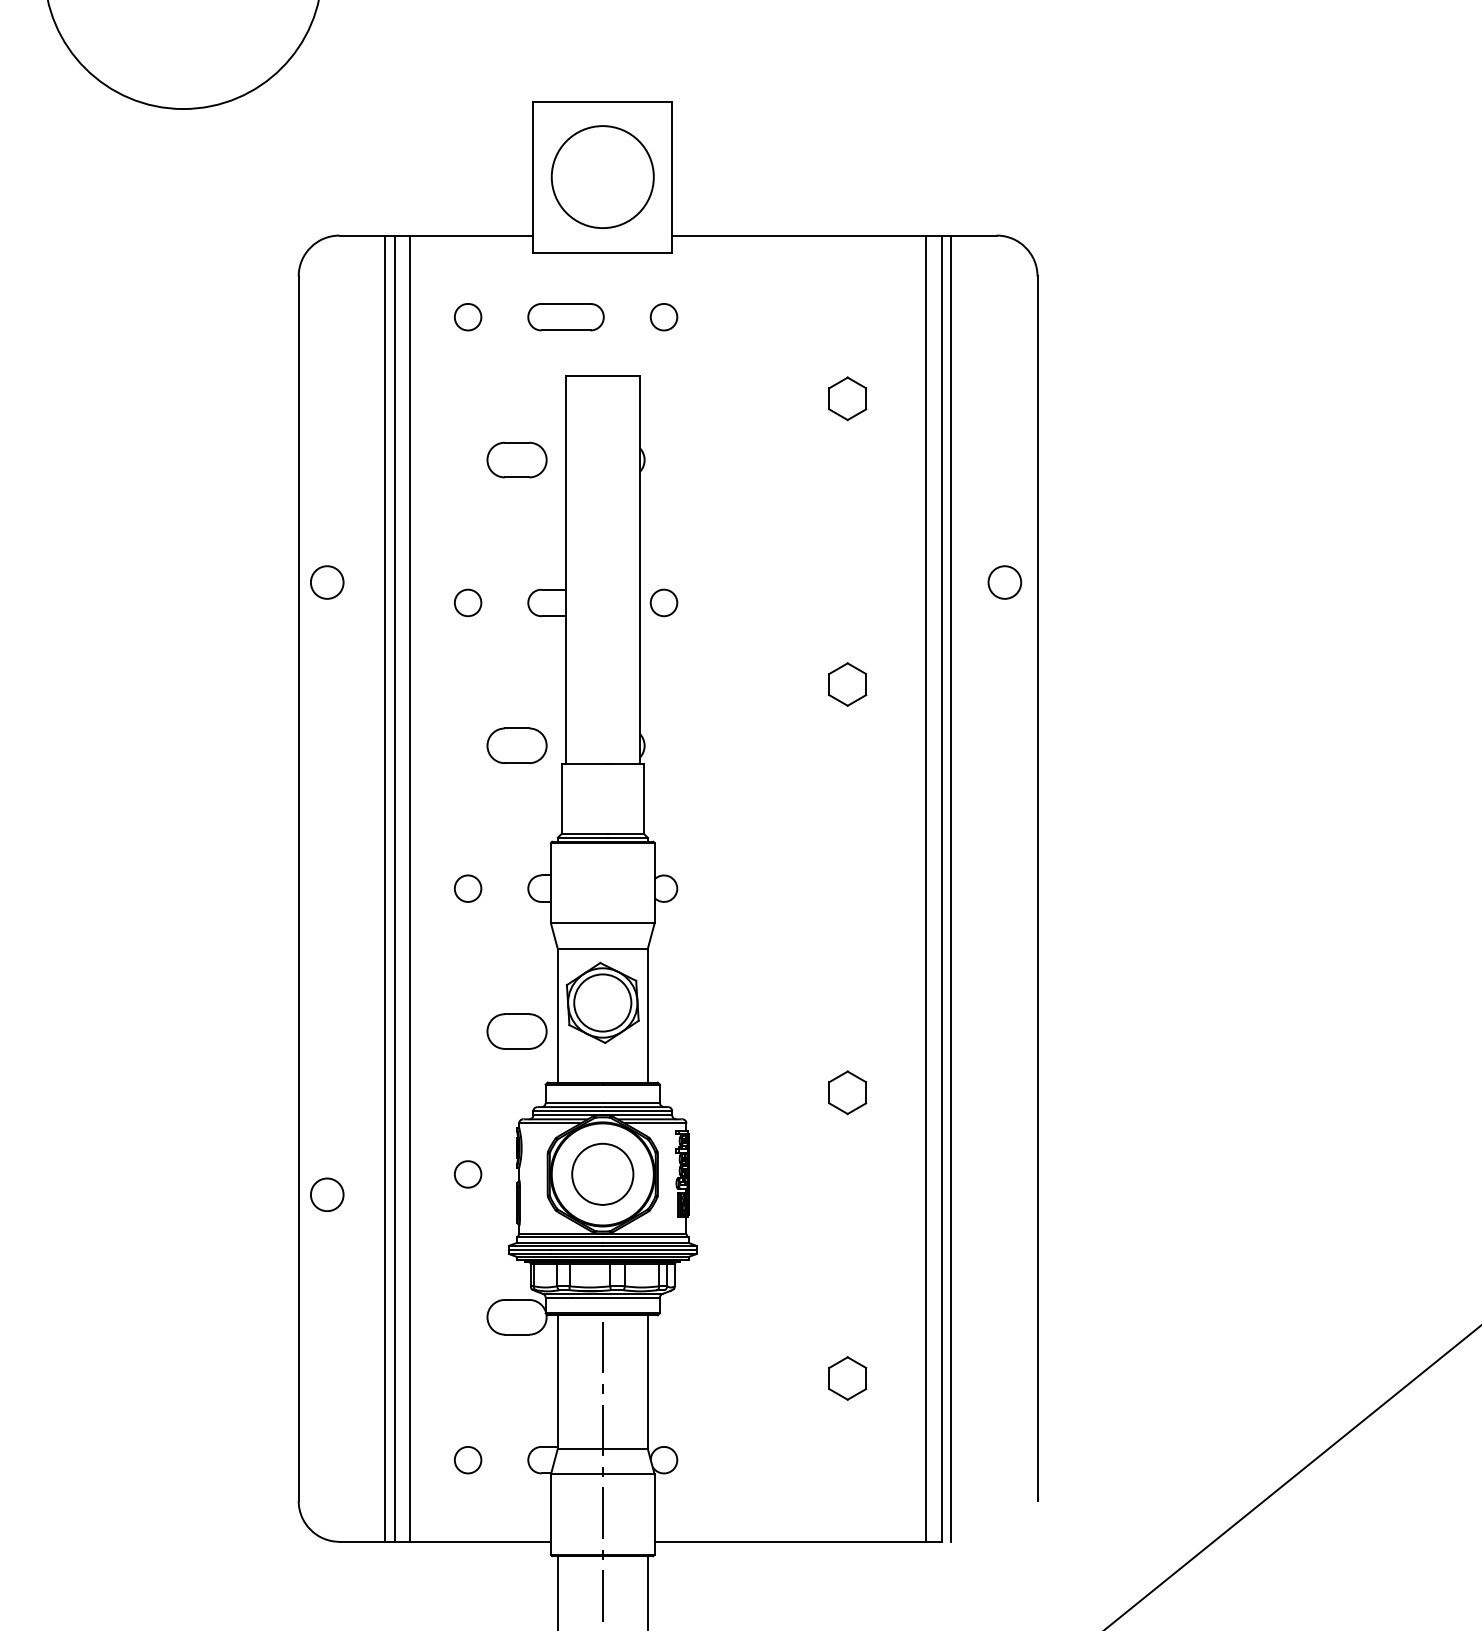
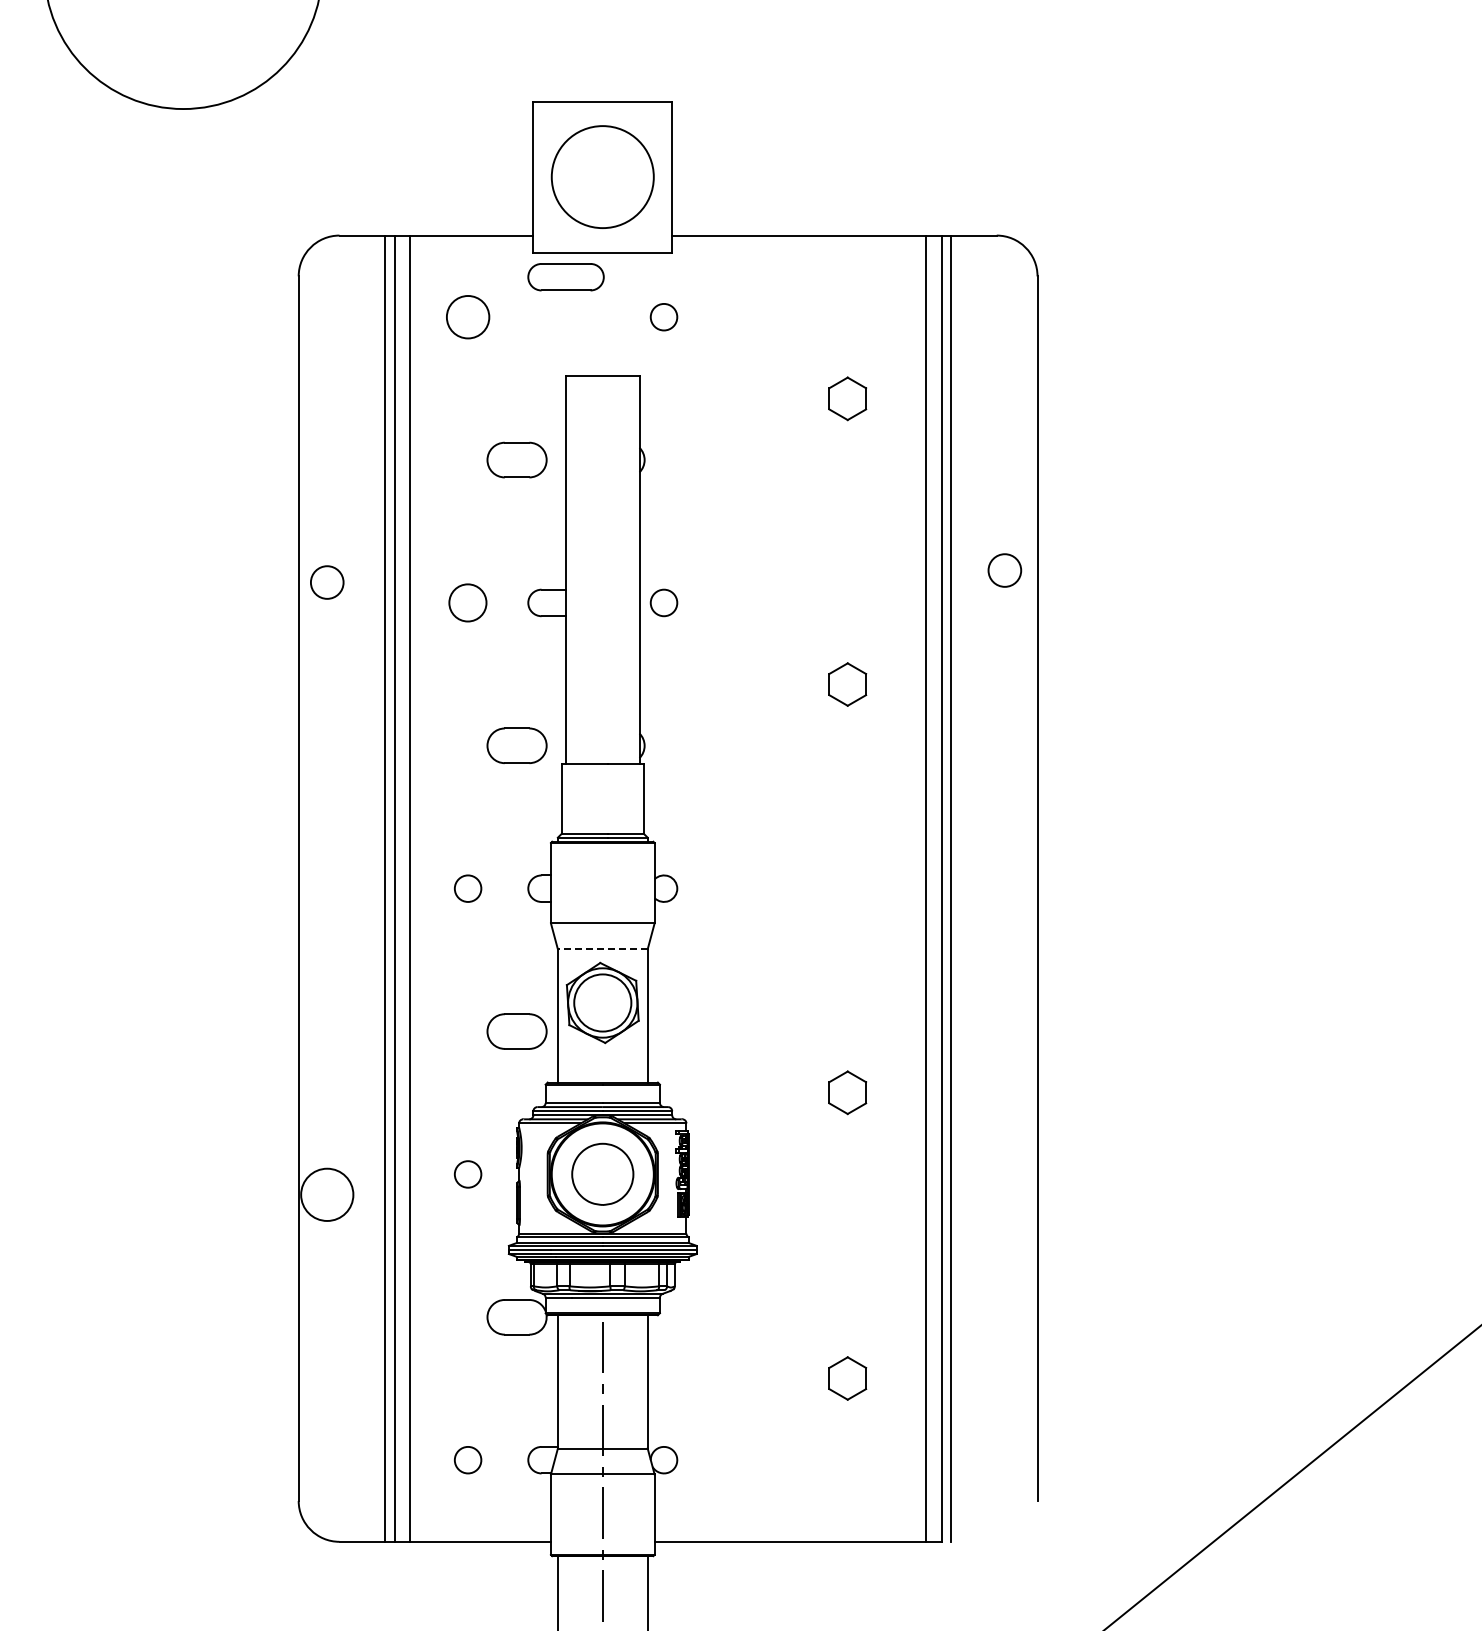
circle at (467, 316) diameter: 27 px -> 42 px
part at (565, 317) position: (565, 317) -> (565, 277)
circle at (1004, 582) position: (1004, 582) -> (1004, 570)
circle at (468, 602) size: 29x30 px -> 40x40 px
line at (602, 949): solid -> dashed
circle at (326, 1194) diameter: 33 px -> 52 px
